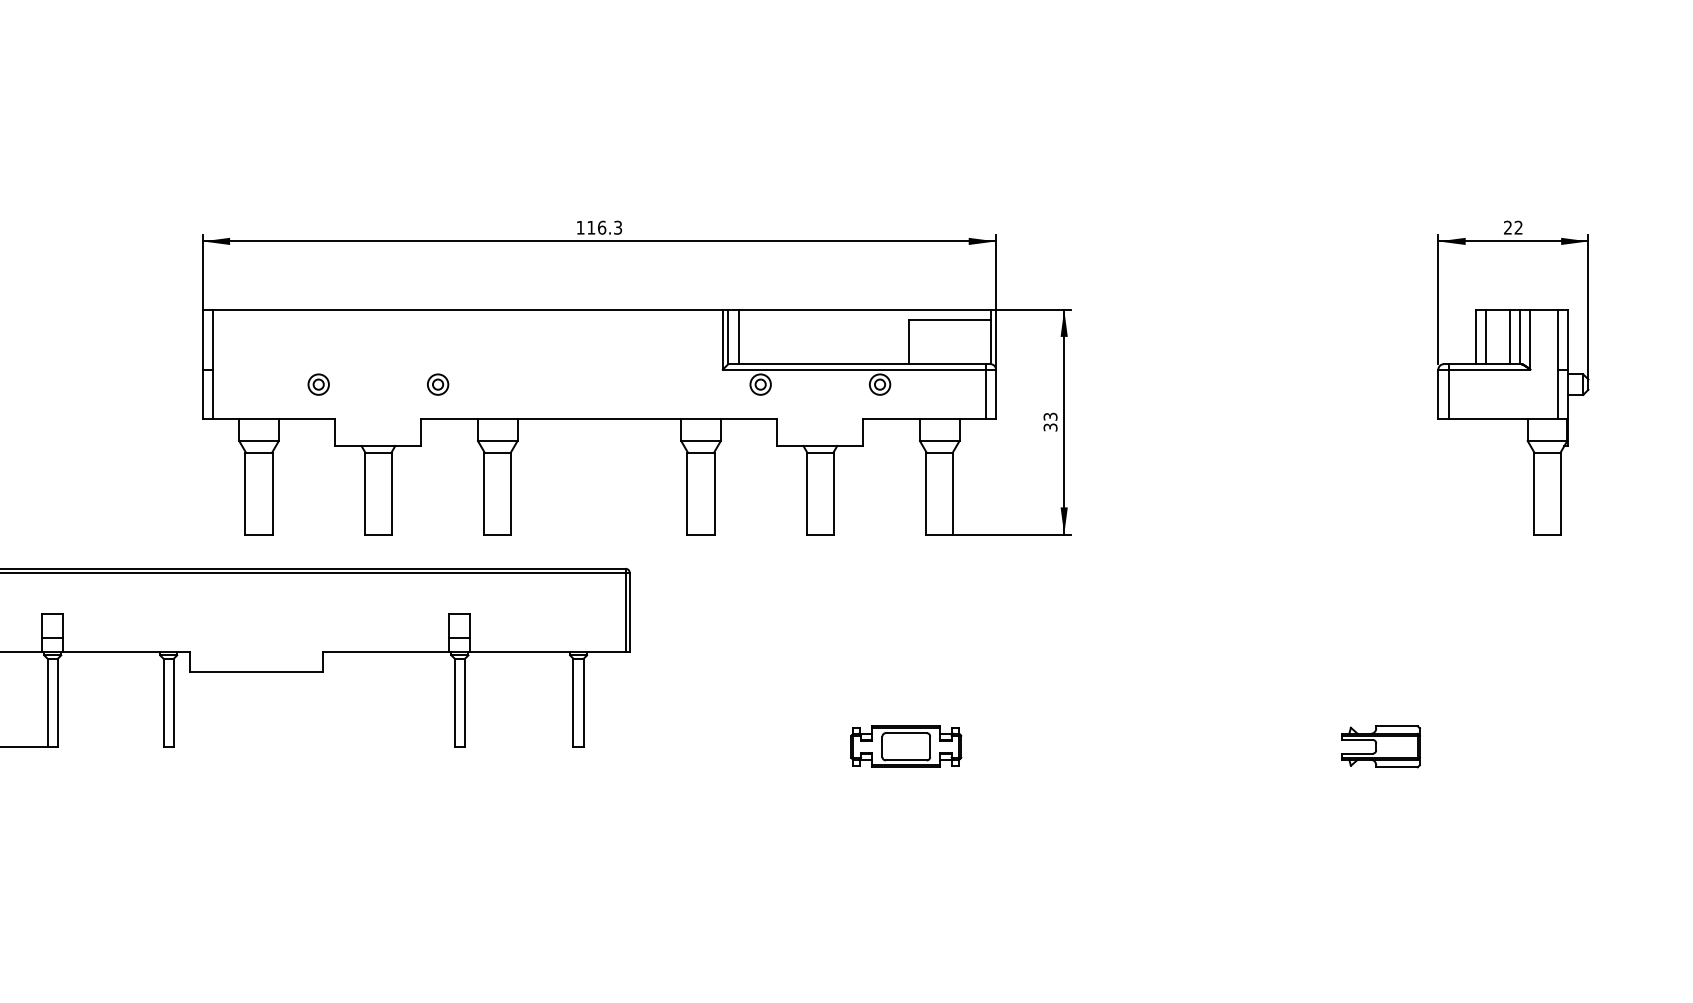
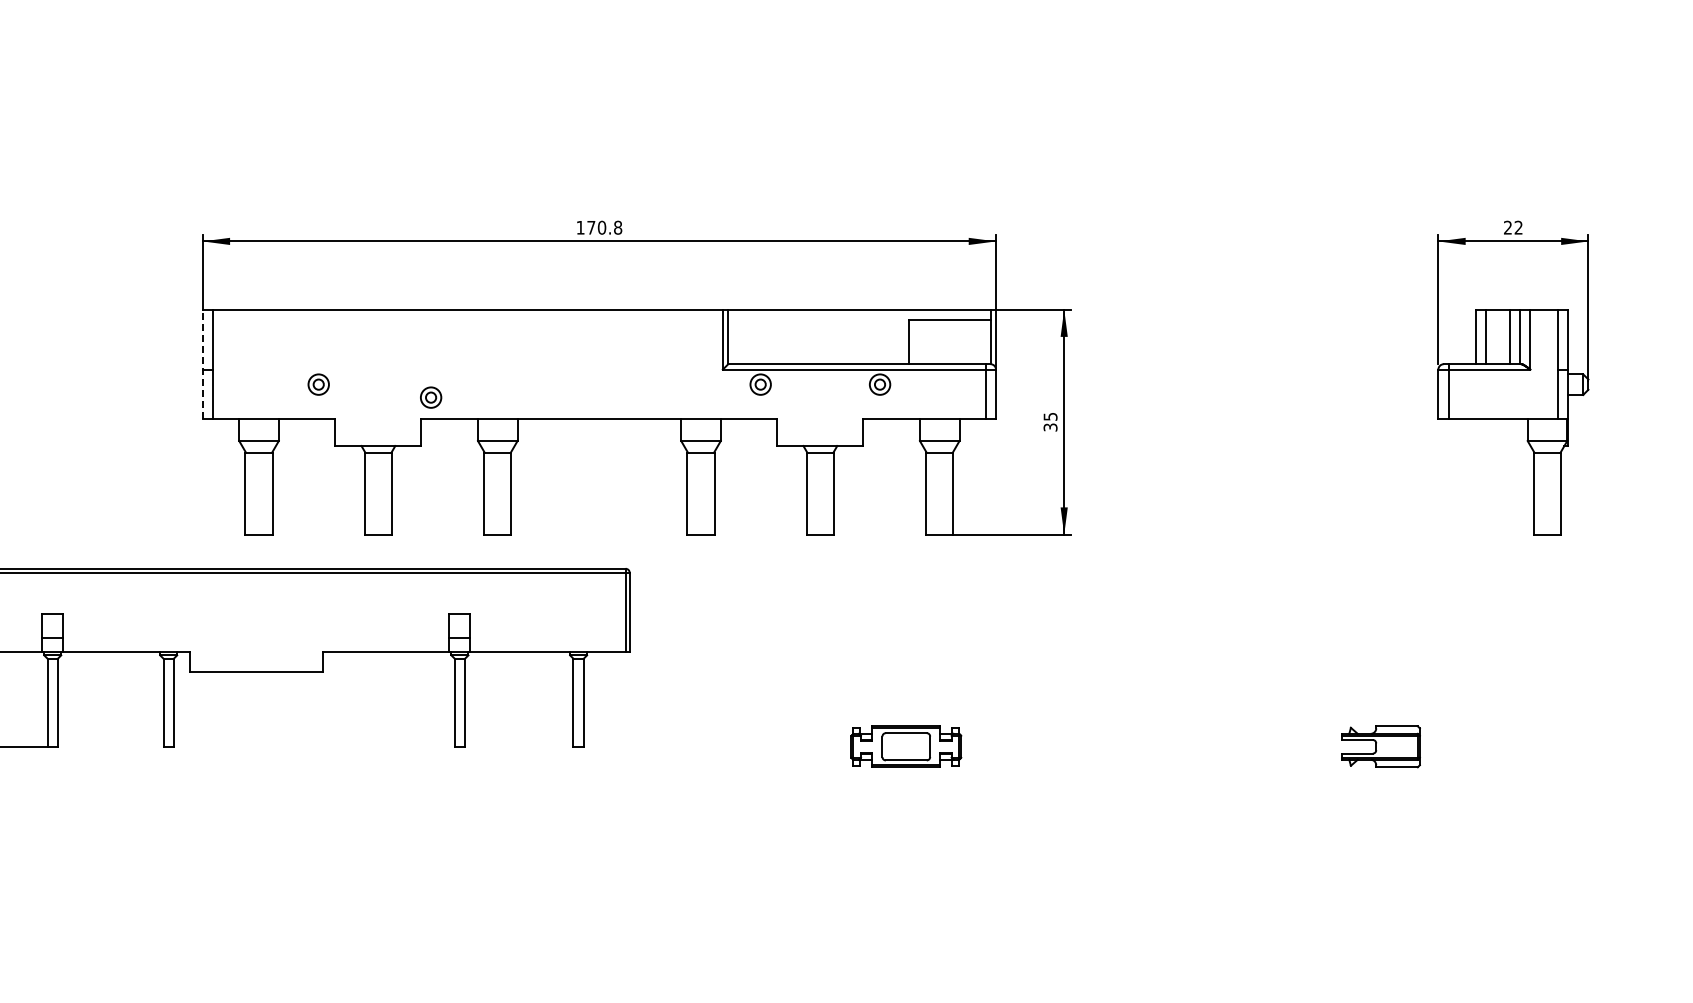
text at (604, 227): 116.3 -> 170.8
line at (738, 336): present -> none
line at (202, 364): solid -> dashed
part at (438, 384) position: (438, 384) -> (431, 397)
text at (1049, 416): 33 -> 35
